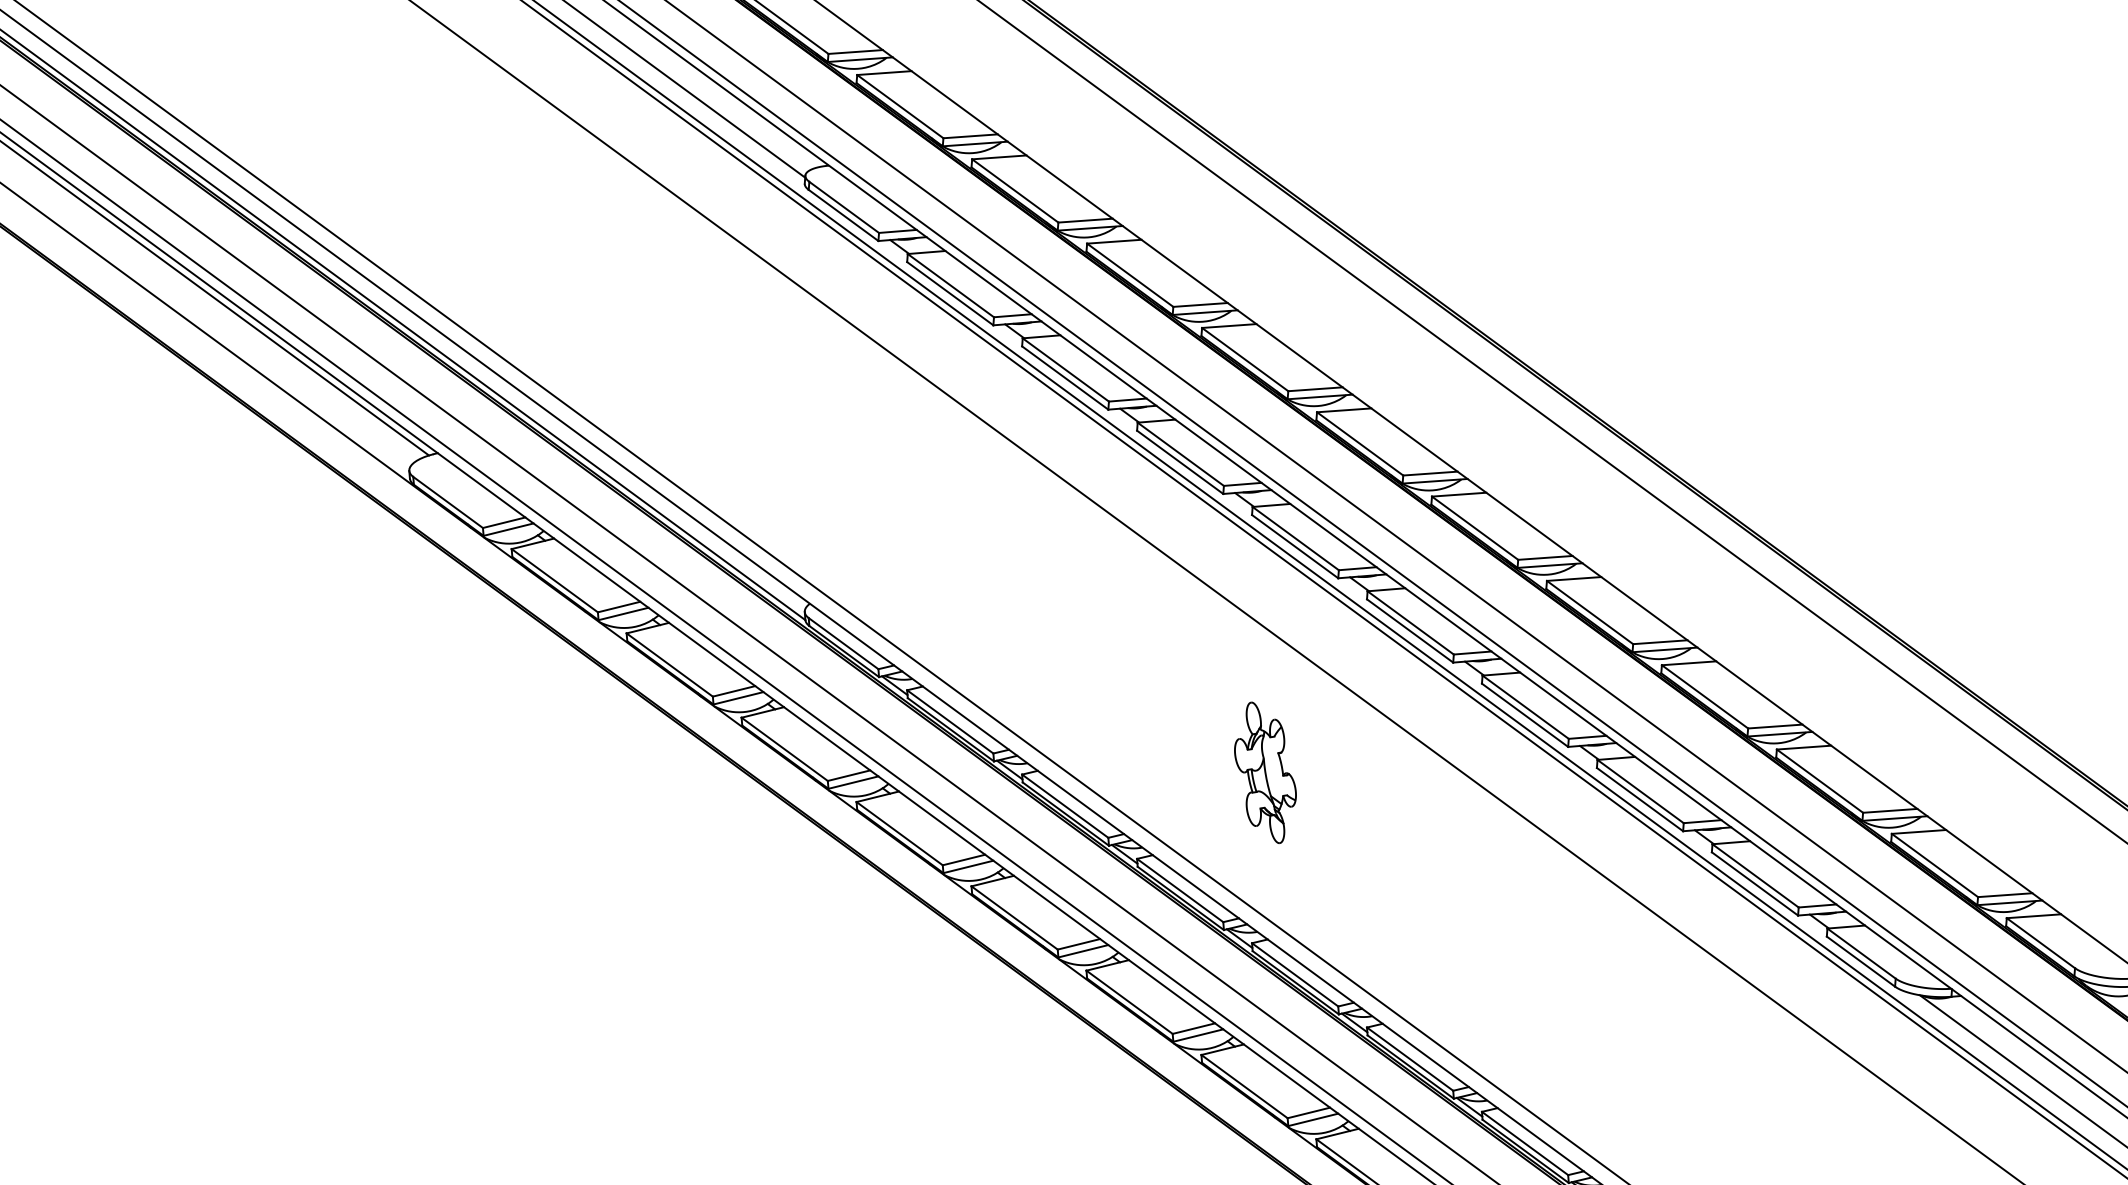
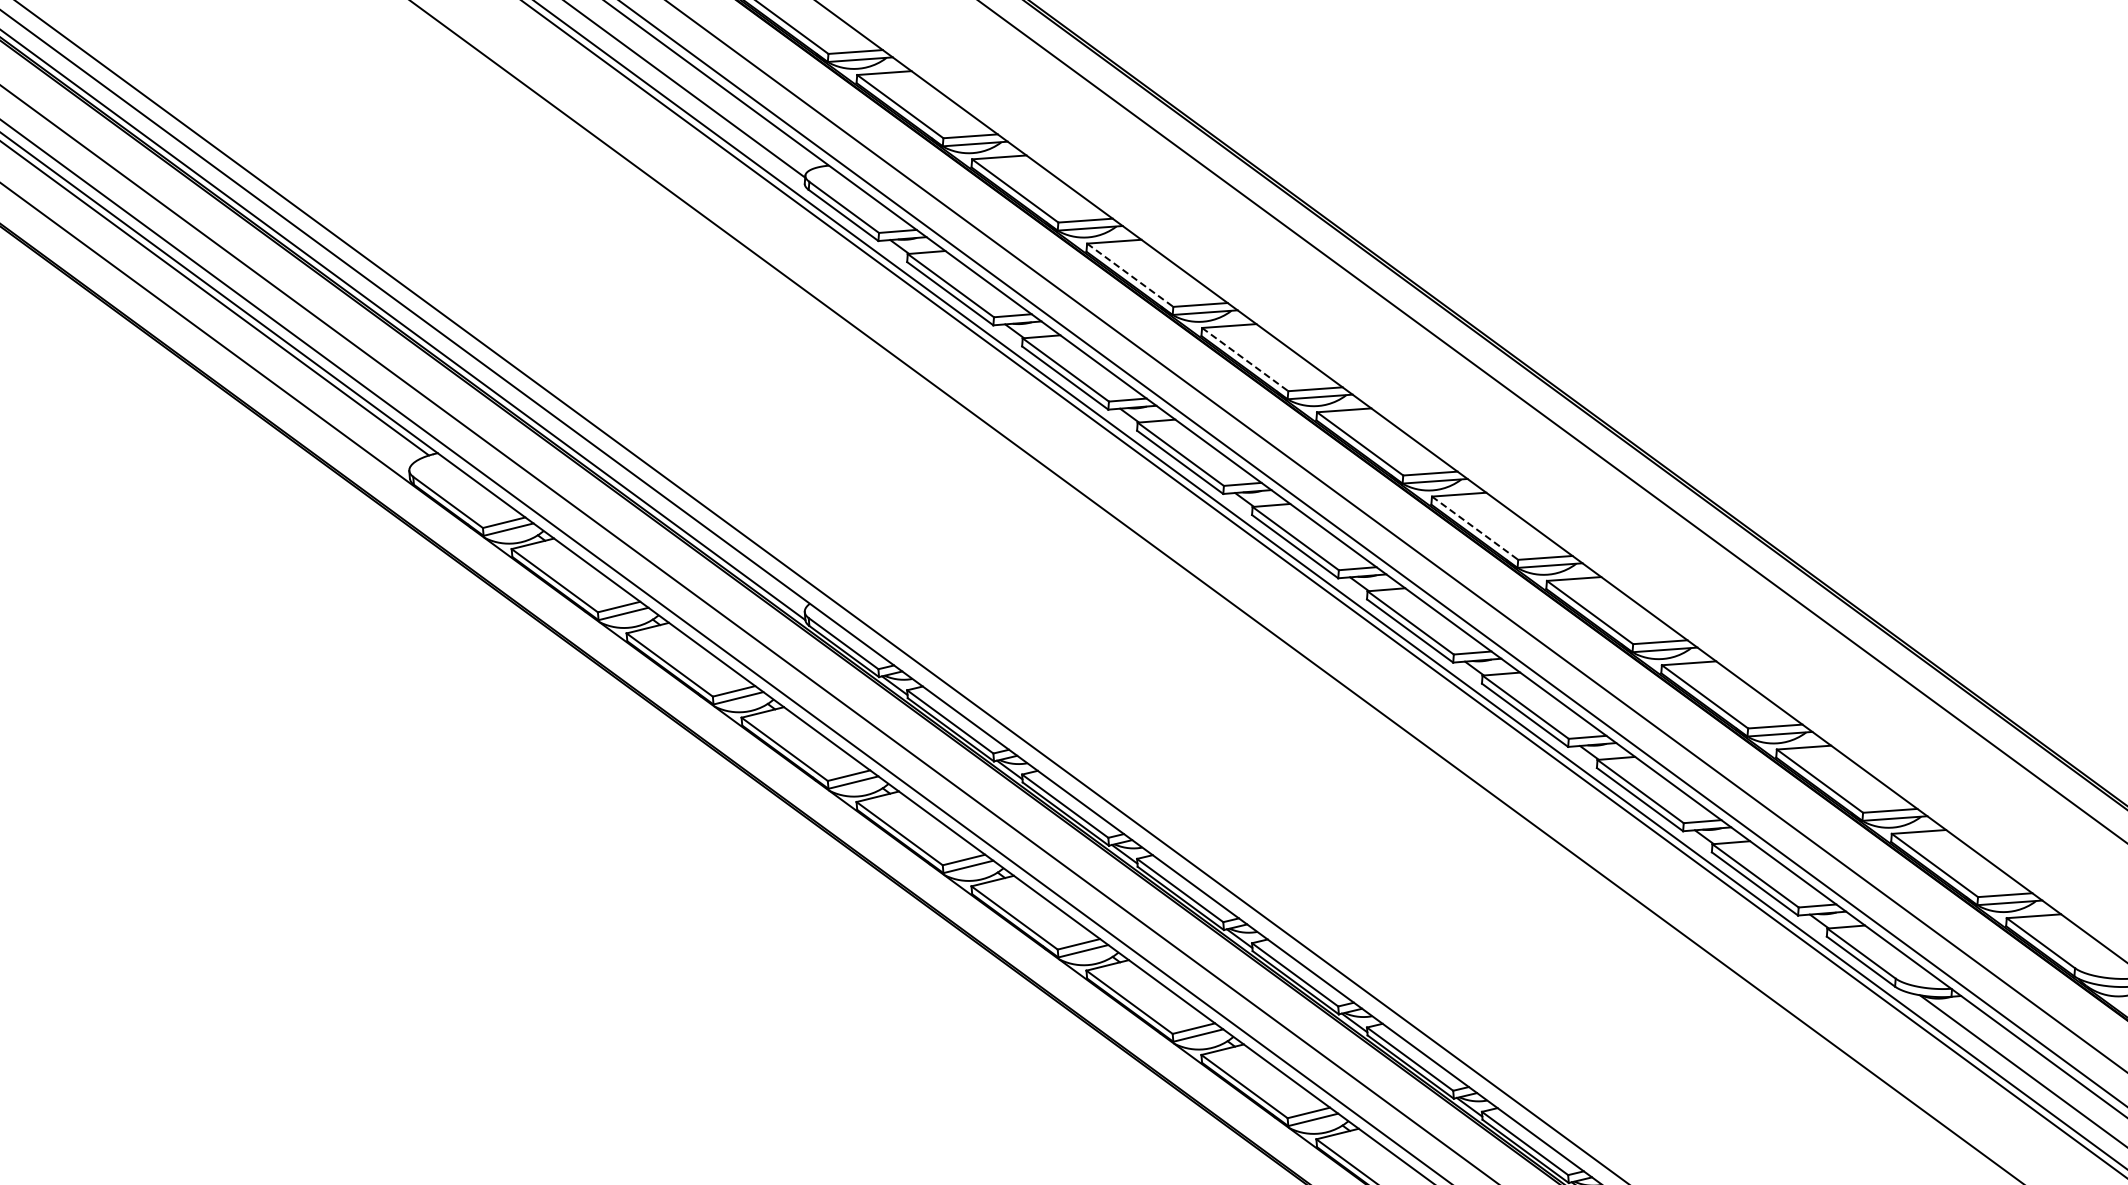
line at (1130, 275): solid -> dashed
line at (1245, 359): solid -> dashed
line at (1475, 528): solid -> dashed
part at (1265, 772): present -> none
